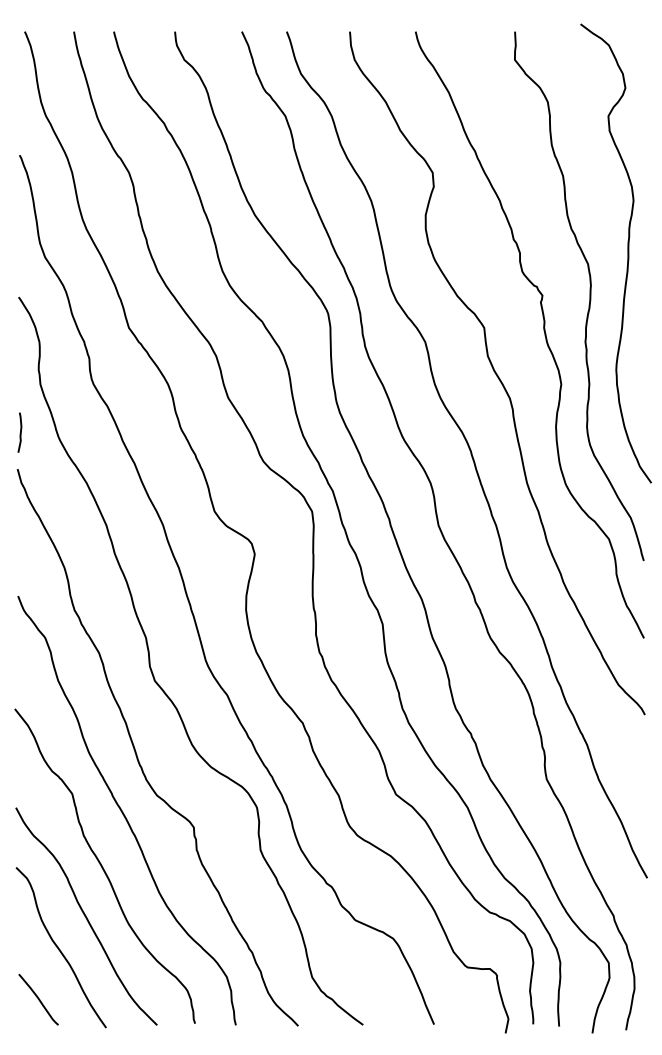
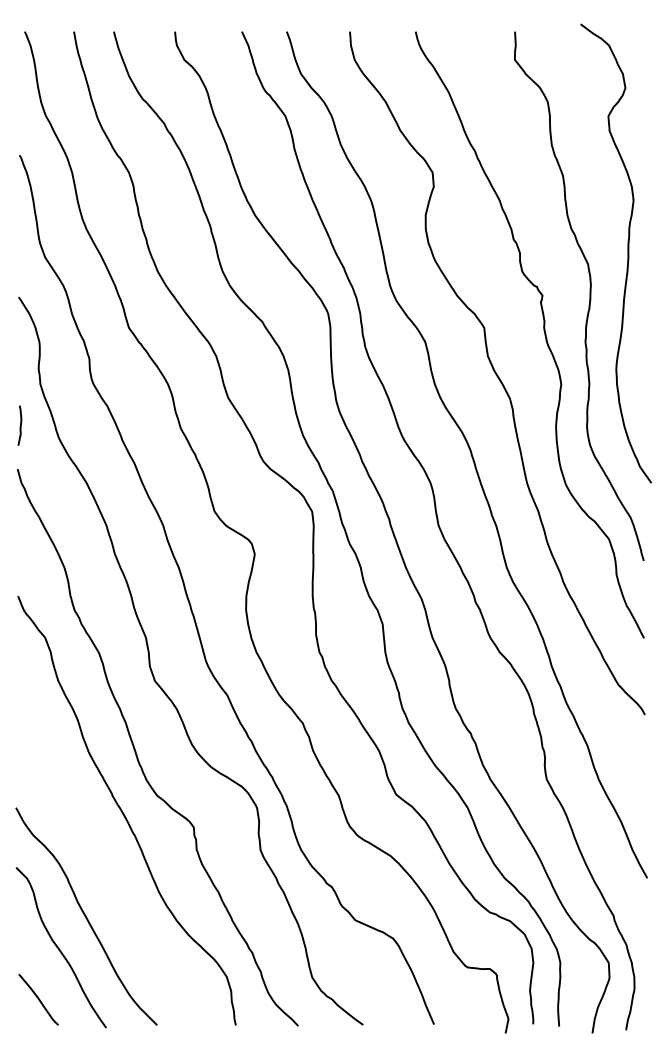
curve at (20, 432) position: (20, 432) -> (20, 425)
curve at (102, 865): present -> none
